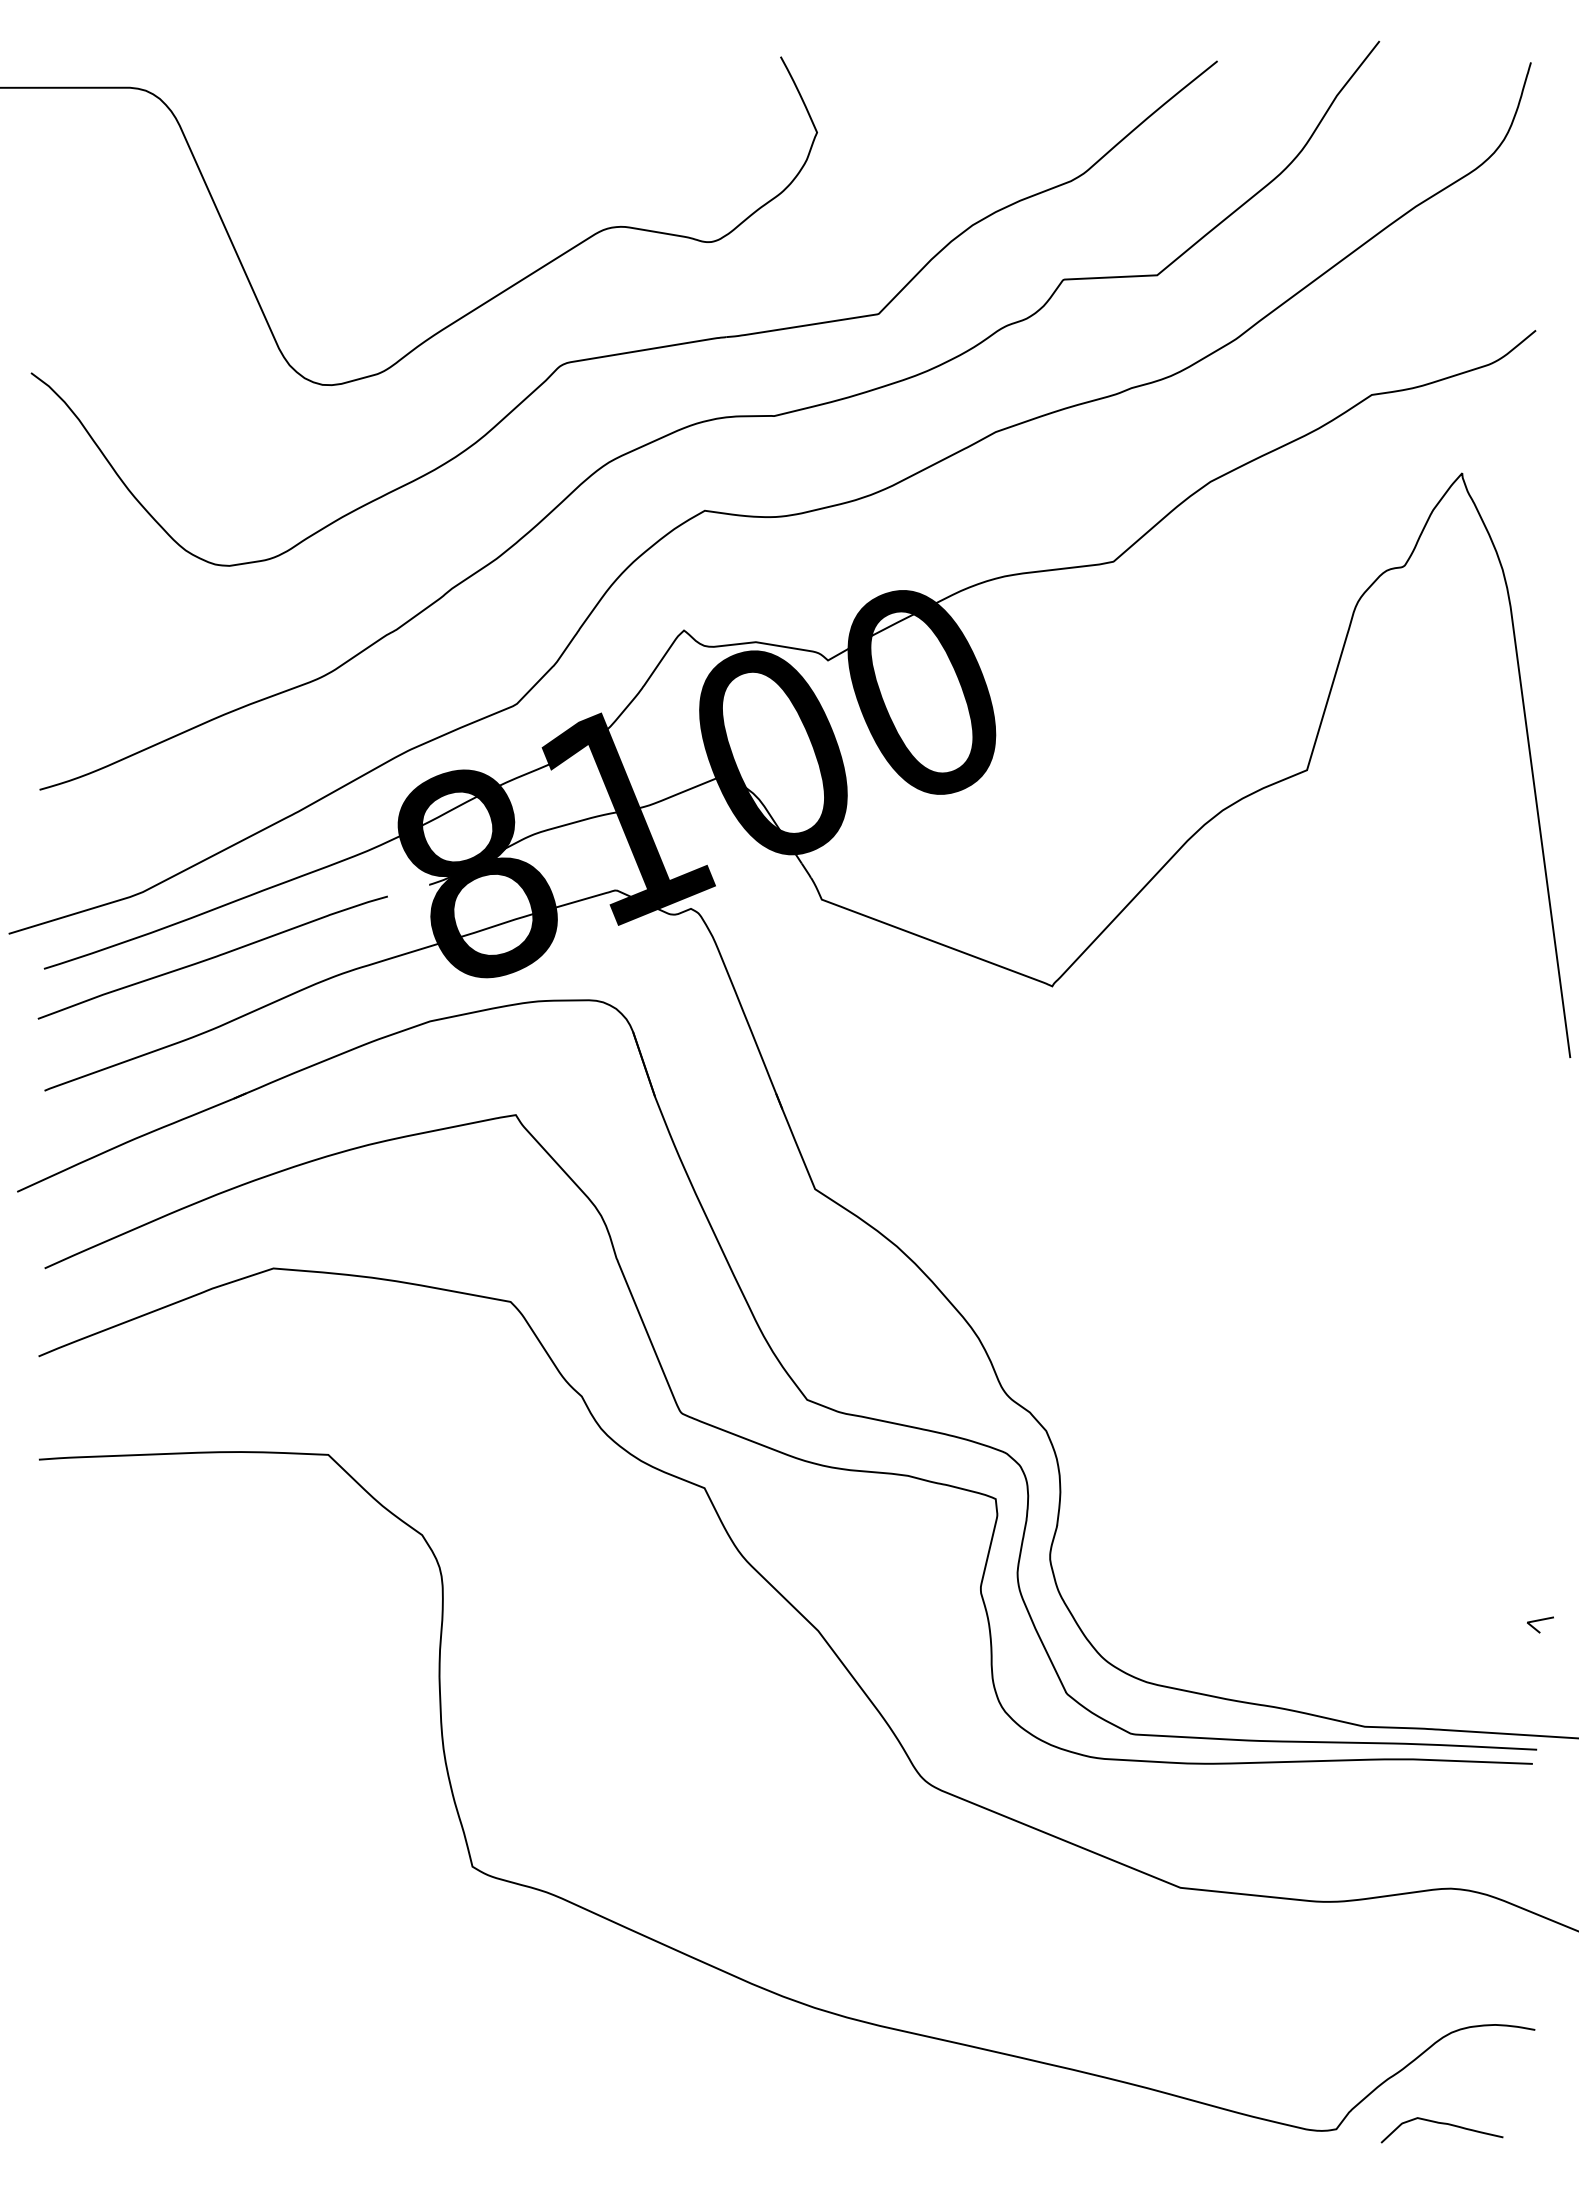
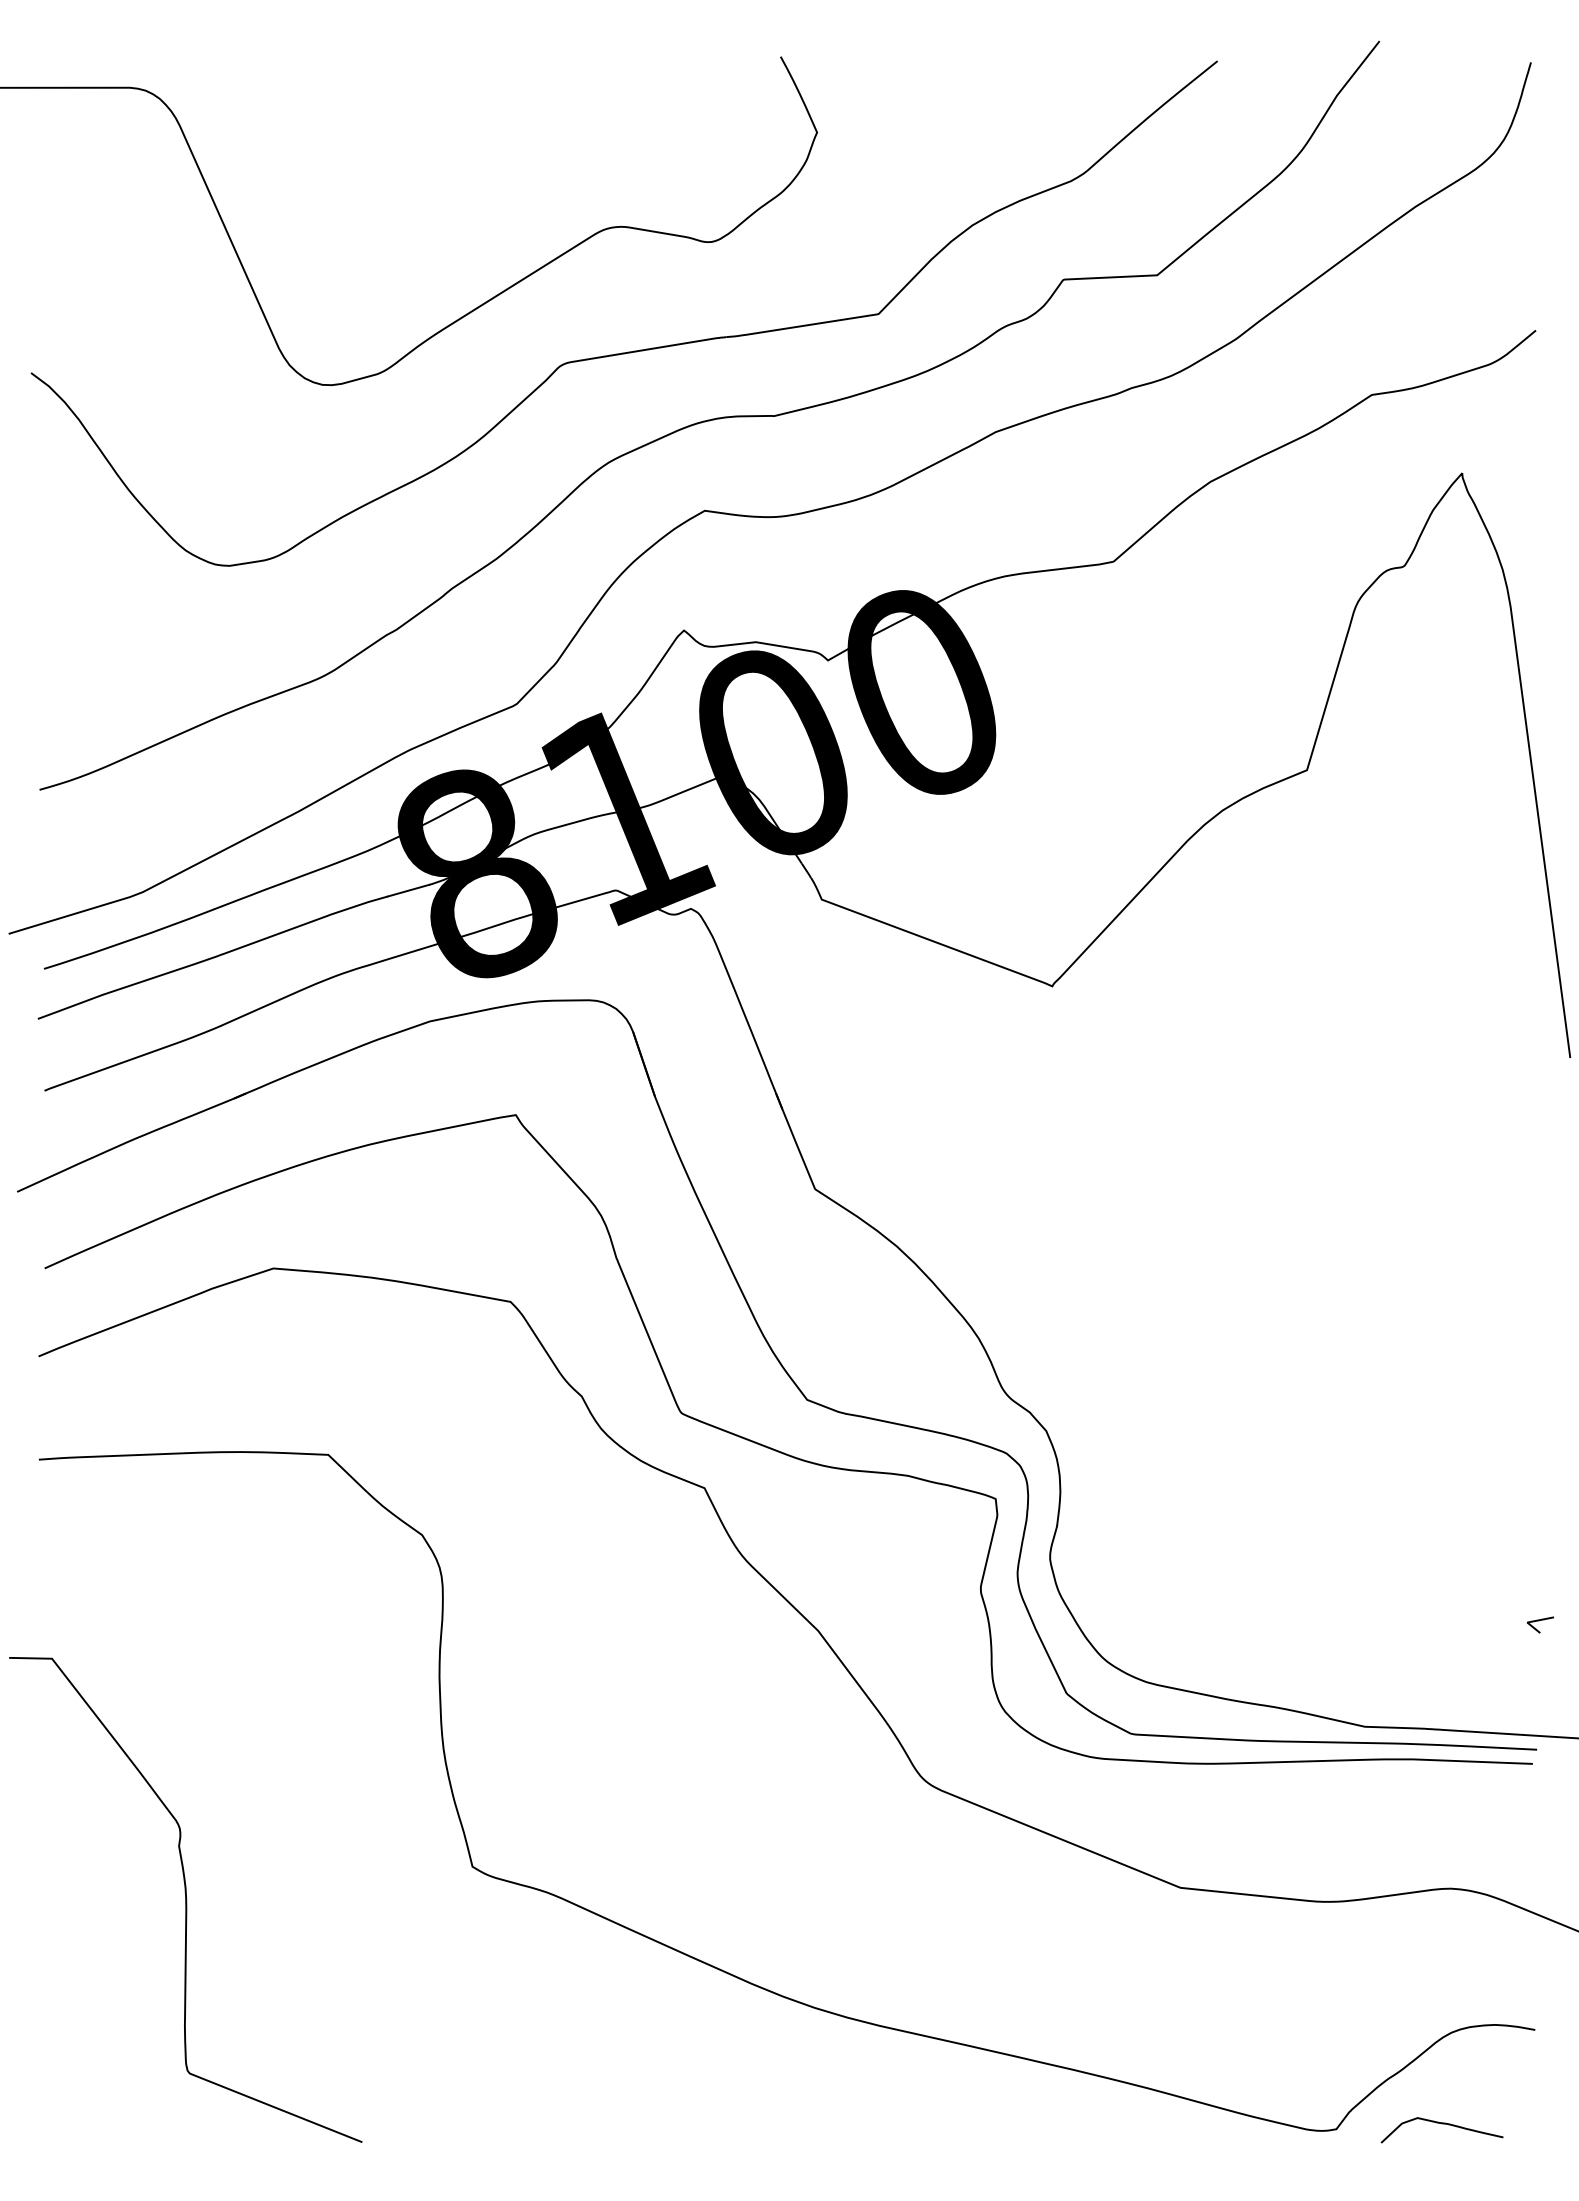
line at (408, 890): none -> present
curve at (185, 1899): none -> present
